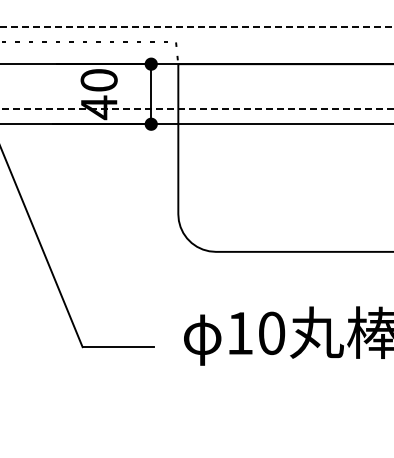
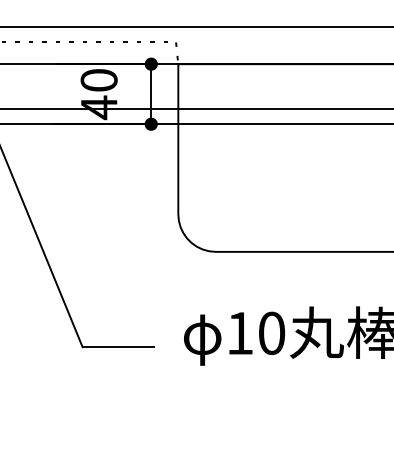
line at (196, 26): dashed -> solid
line at (197, 109): dashed -> solid
